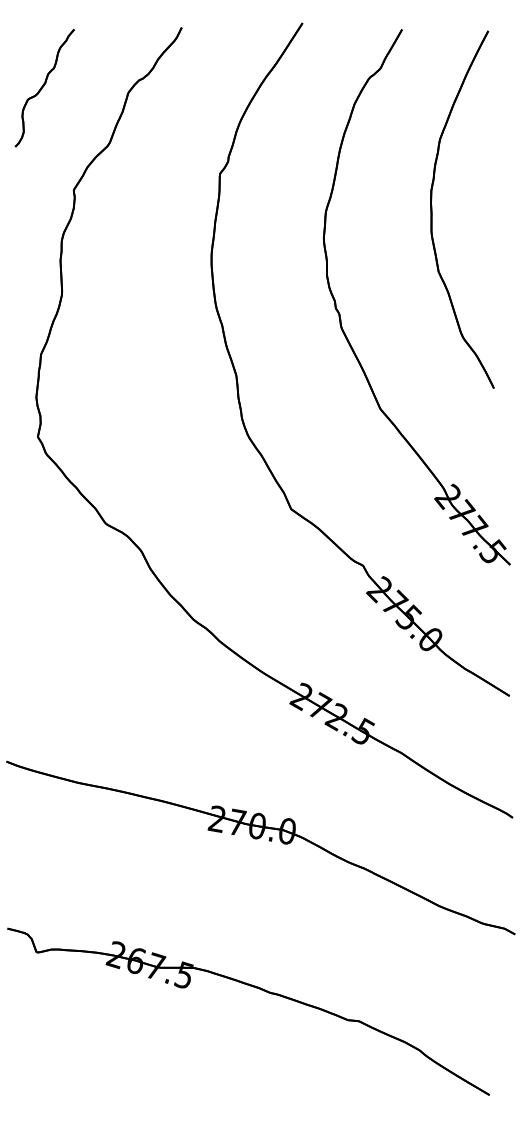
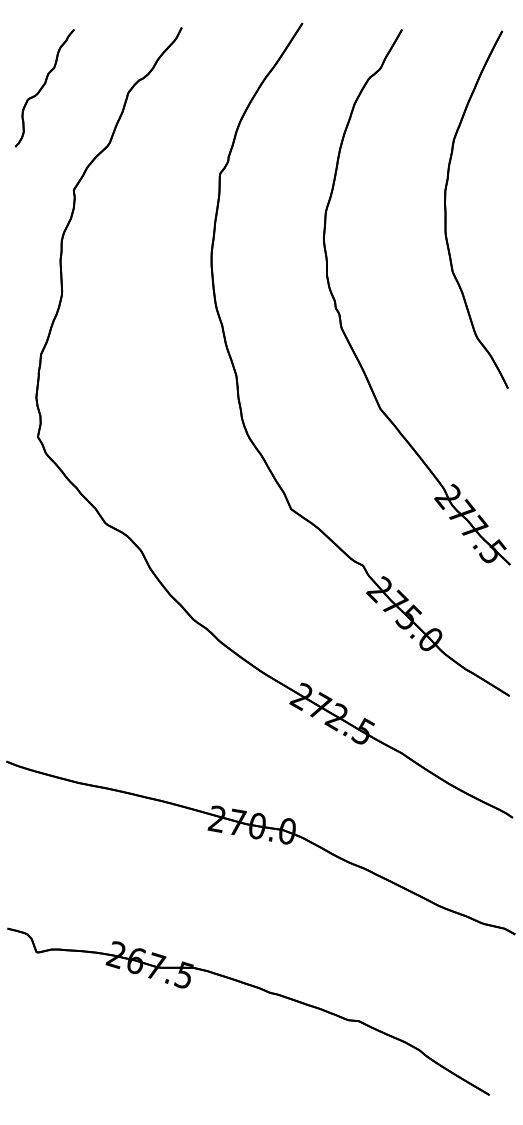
part at (432, 209) position: (432, 209) -> (446, 209)
